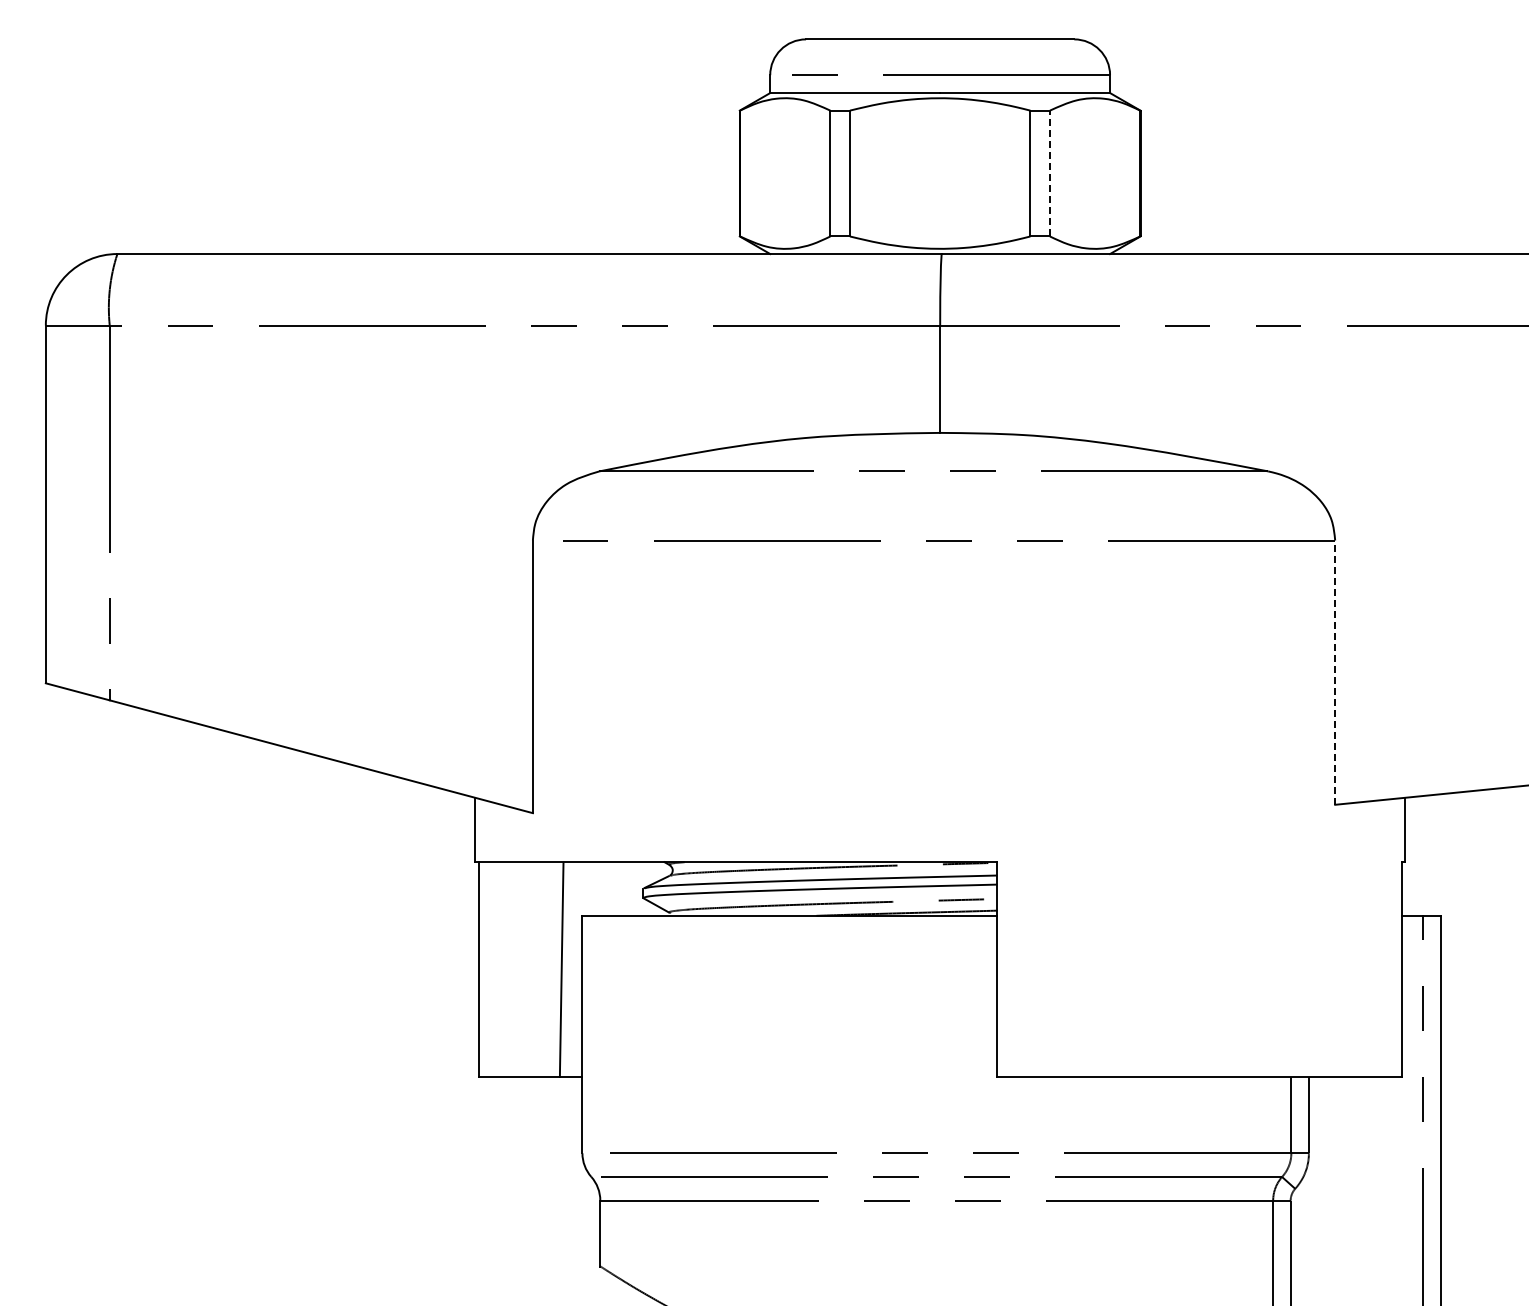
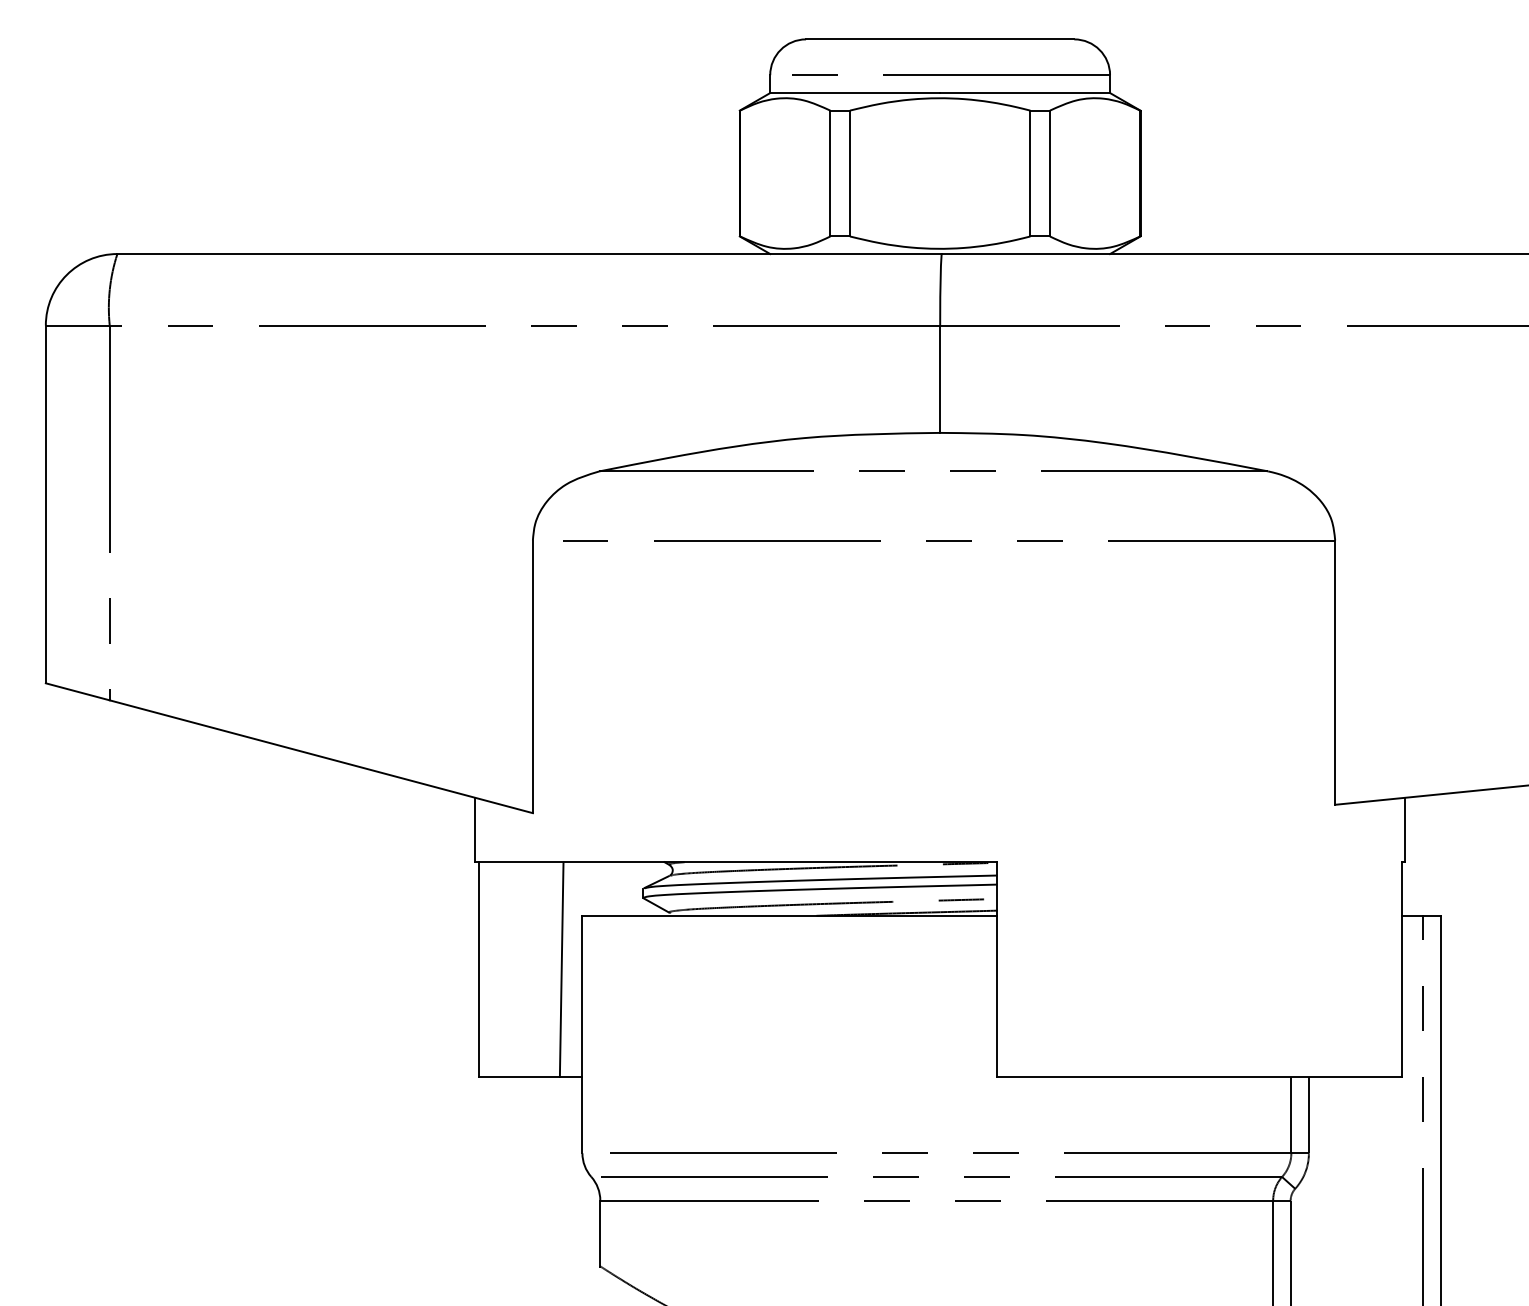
line at (1049, 173): dashed -> solid
line at (1335, 672): dashed -> solid
